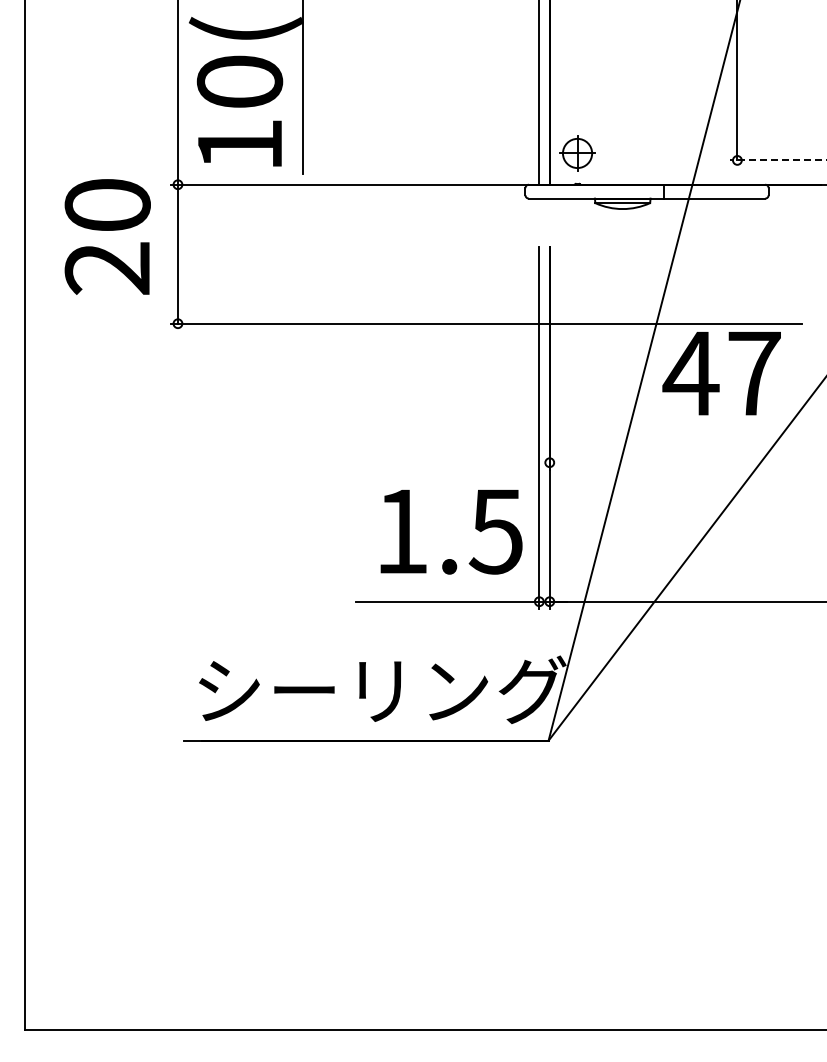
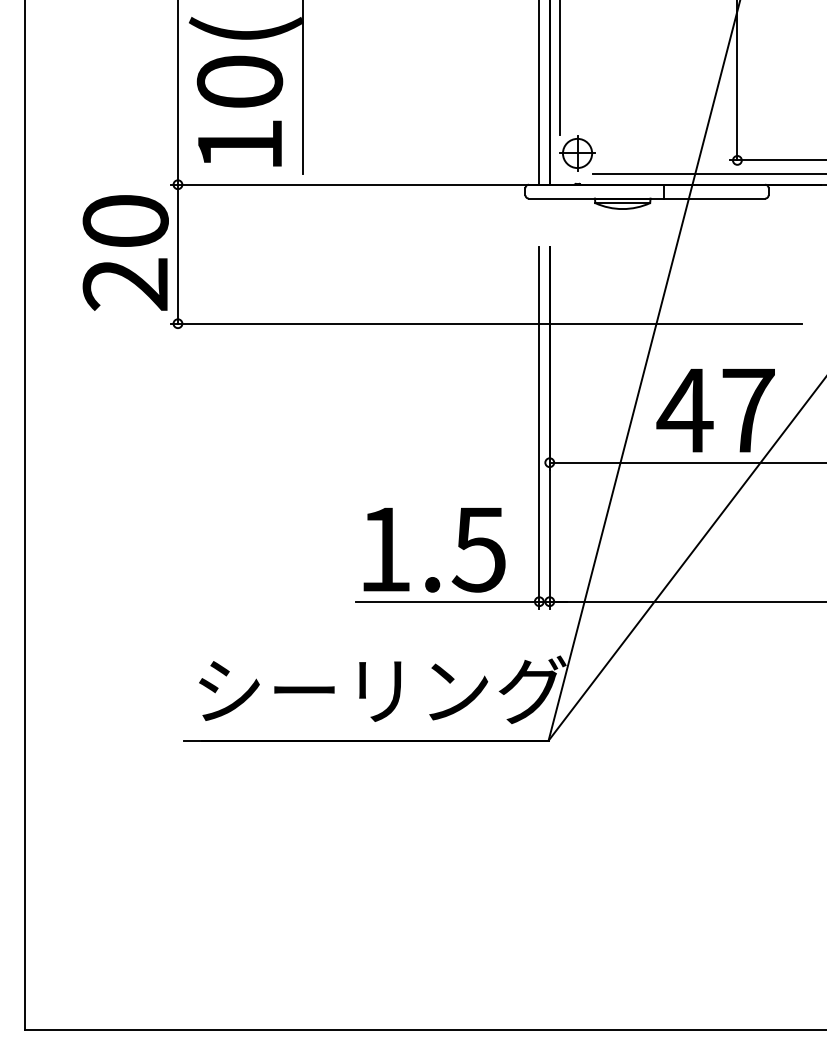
line at (560, 68): none -> present
line at (778, 160): dashed -> solid
line at (708, 174): none -> present
text at (107, 236) position: (107, 236) -> (125, 252)
text at (721, 373) position: (721, 373) -> (715, 410)
line at (686, 462): none -> present
text at (451, 532) position: (451, 532) -> (434, 550)
